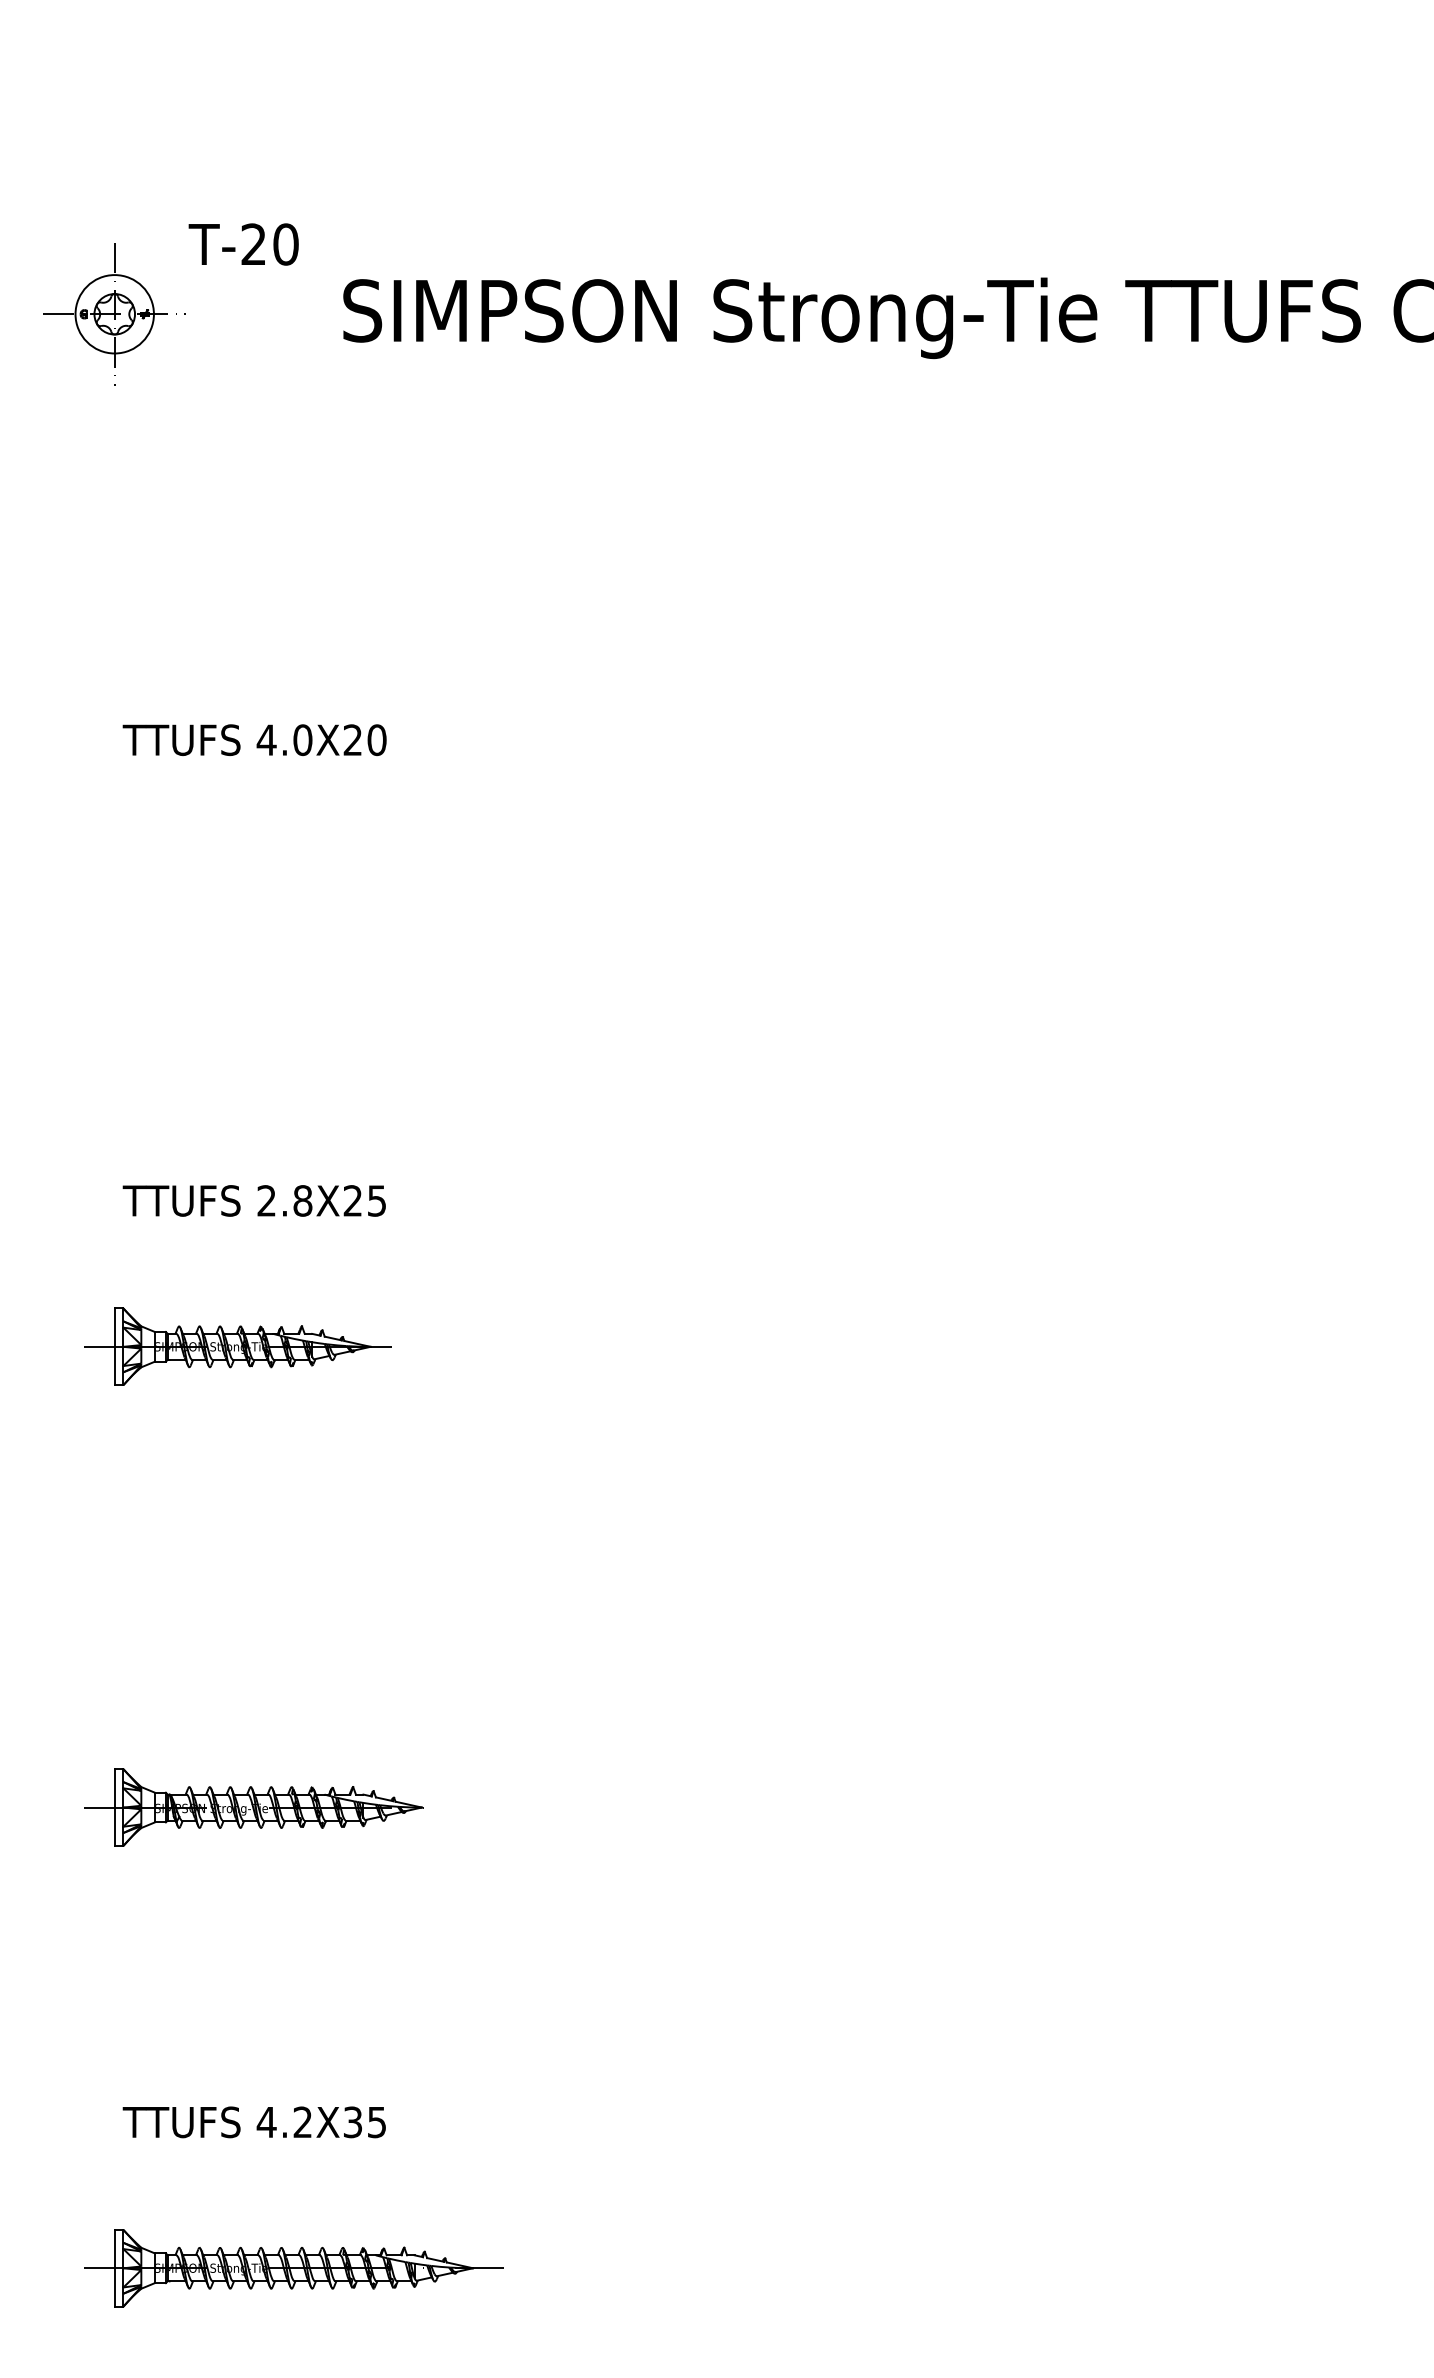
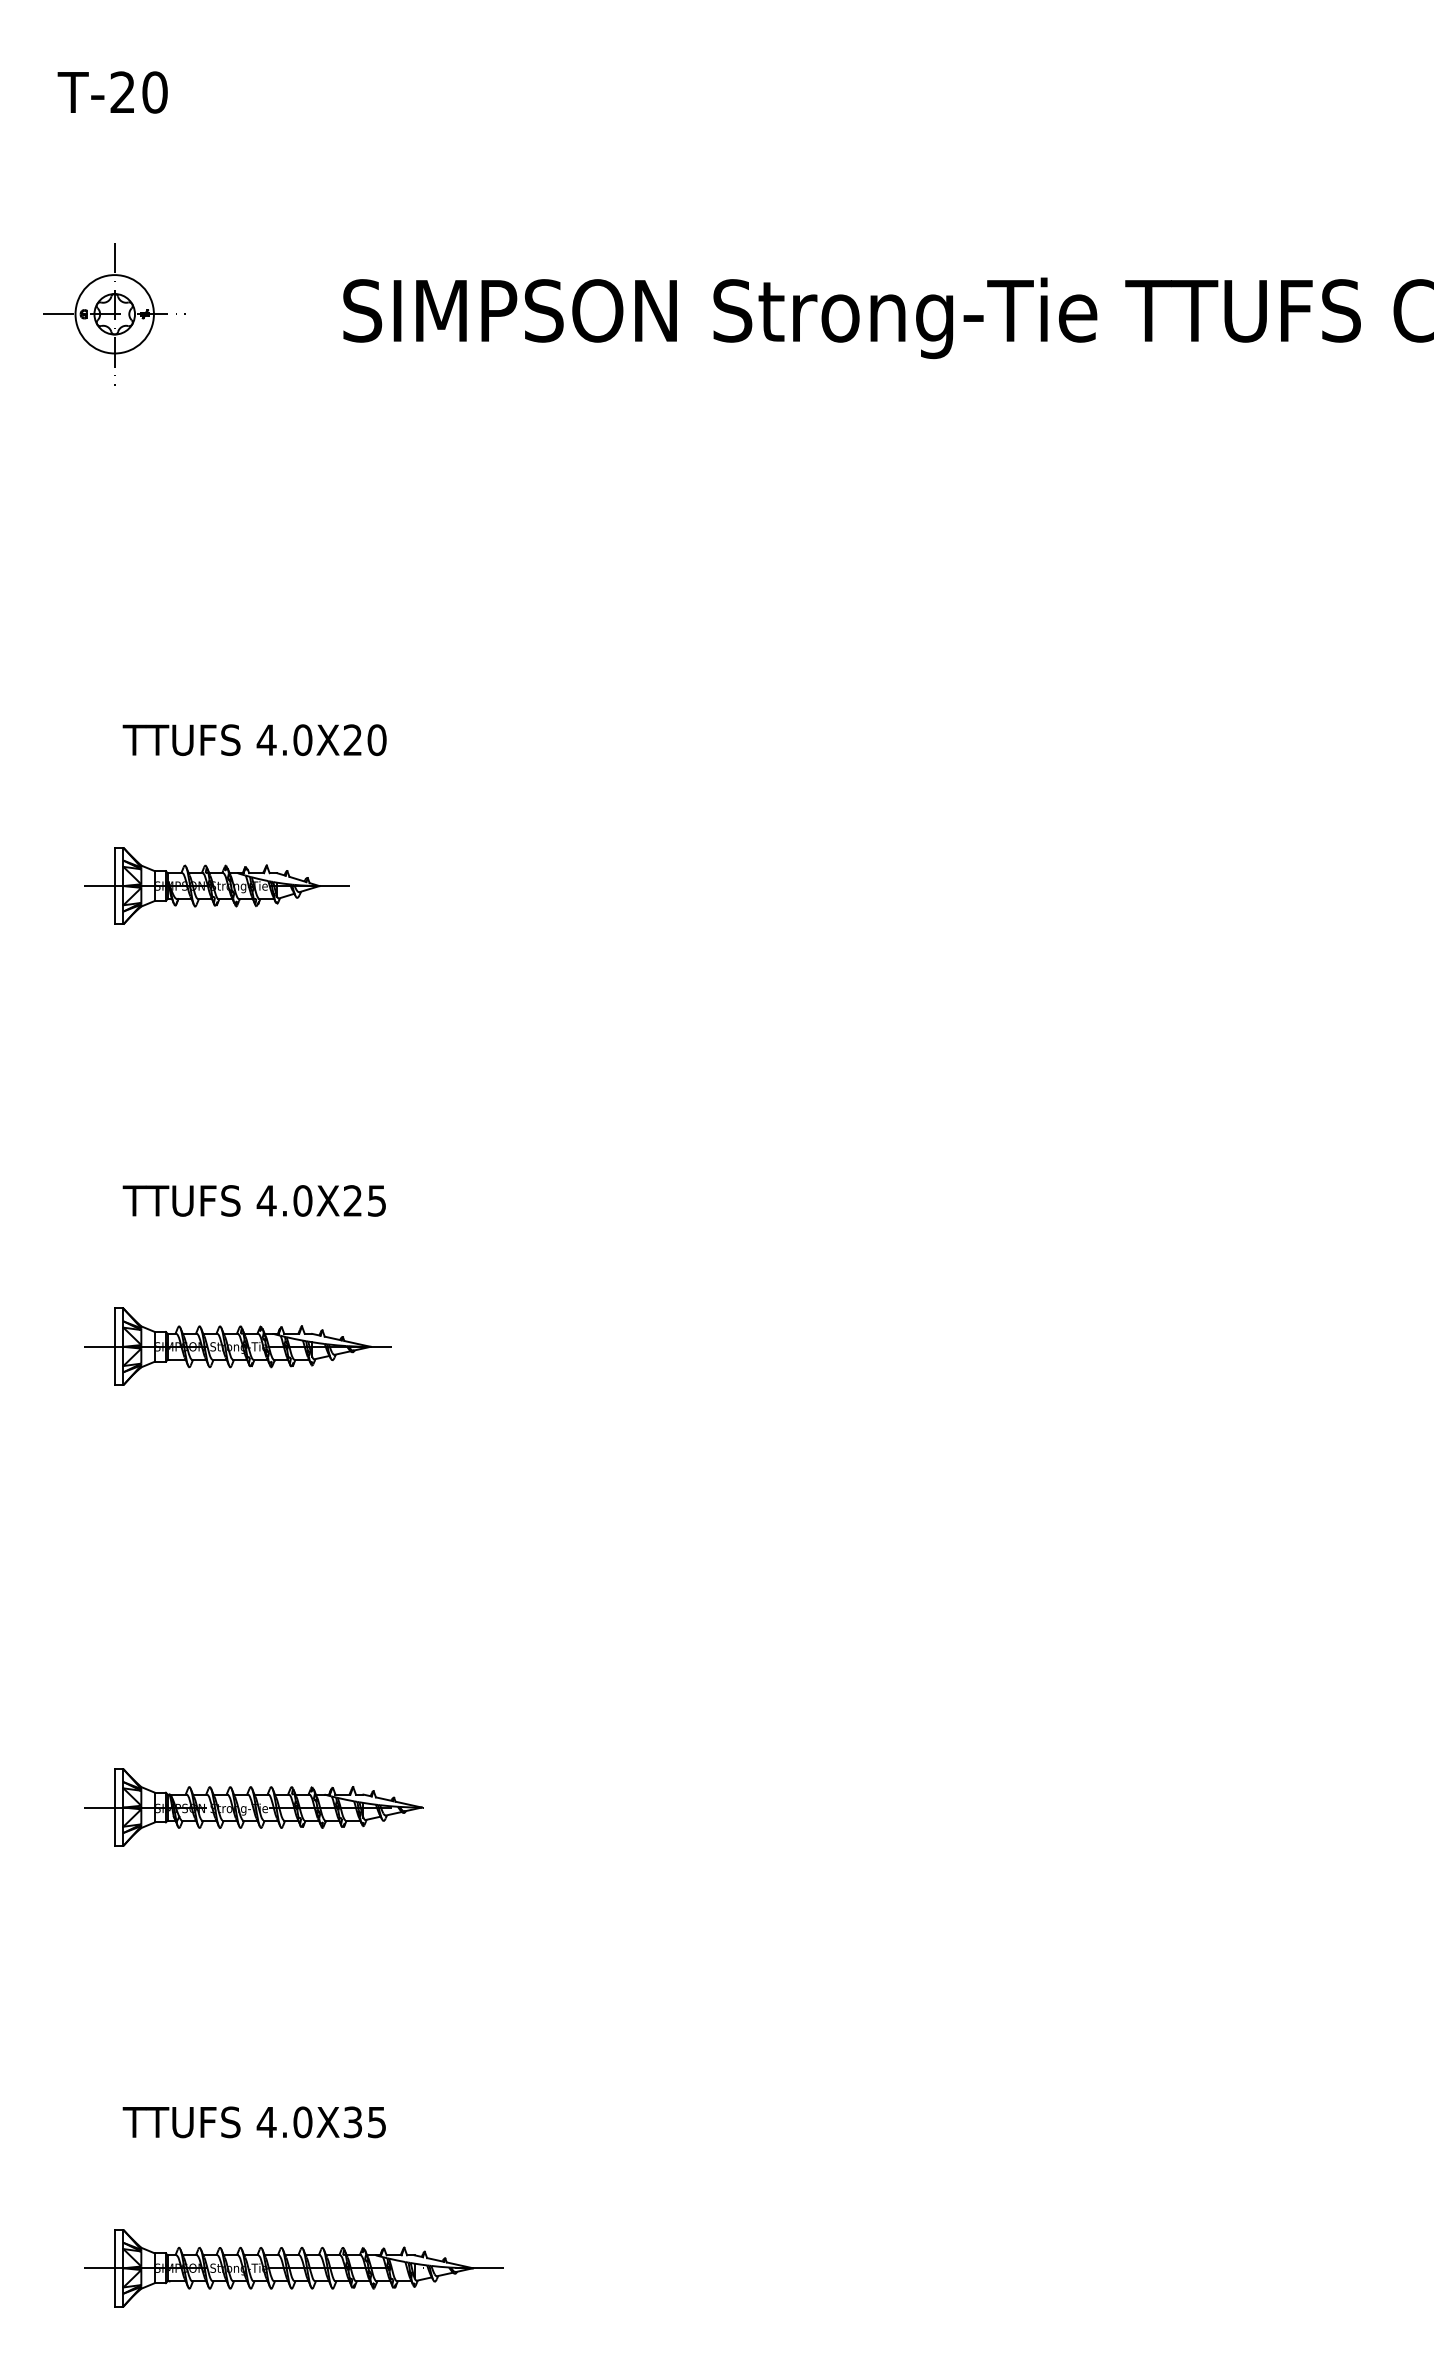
text at (243, 244) position: (243, 244) -> (112, 92)
part at (216, 885): none -> present
text at (284, 1200): 2.8X25 -> 4.0X25
text at (302, 2122): 4.2X35 -> 4.0X35
